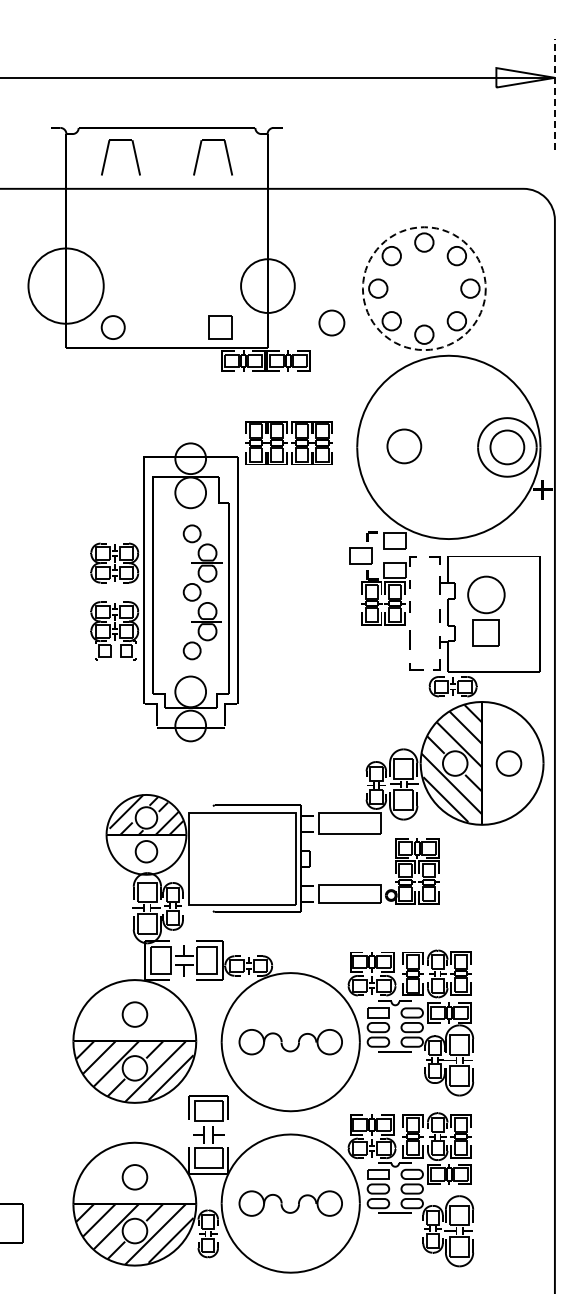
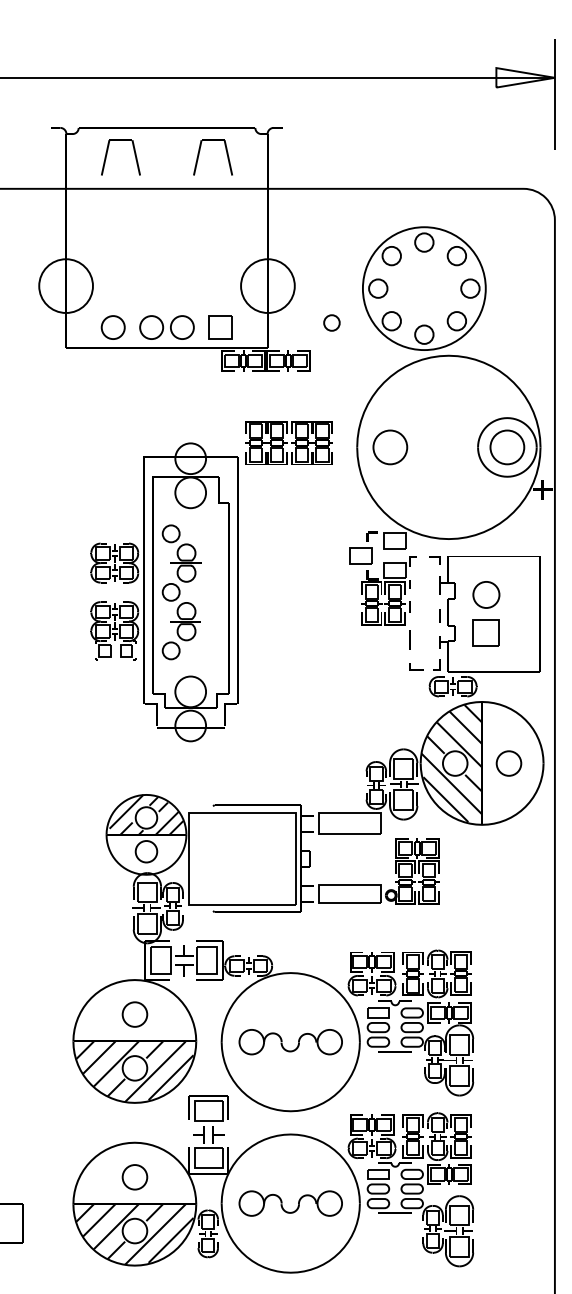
line at (554, 94): dashed -> solid
circle at (65, 285) diameter: 75 px -> 54 px
circle at (423, 288): dashed -> solid
circle at (331, 322) size: 28x28 px -> 18x18 px
part at (166, 327): none -> present
circle at (404, 446) position: (404, 446) -> (390, 447)
part at (202, 592) position: (202, 592) -> (181, 592)
circle at (486, 594) diameter: 37 px -> 26 px
